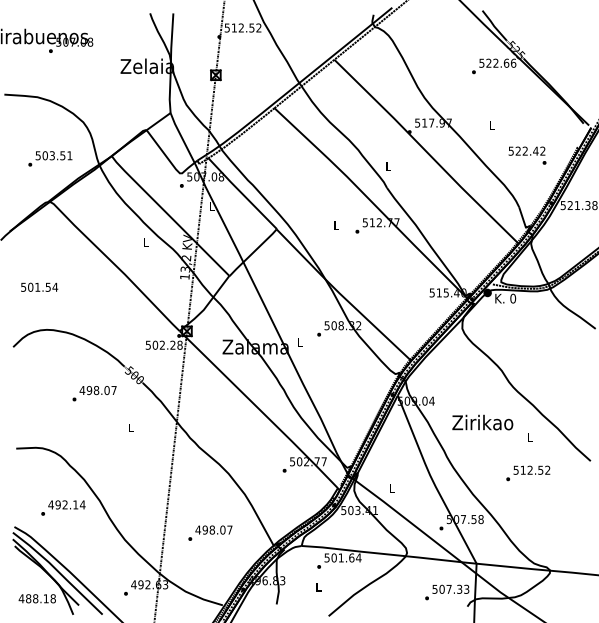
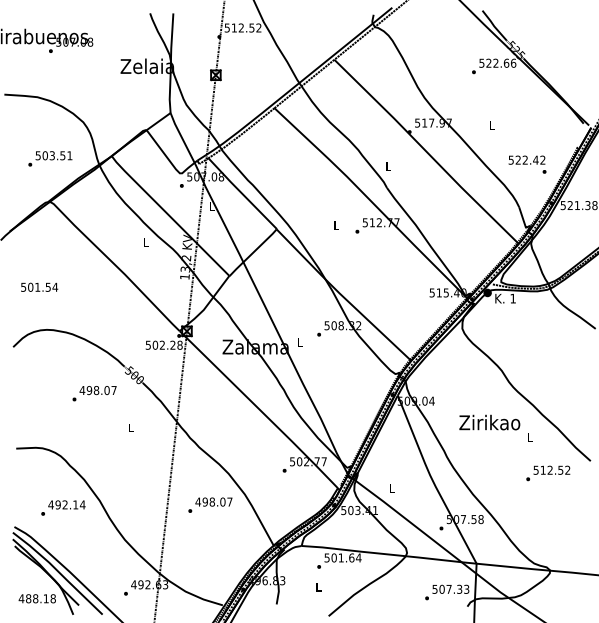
text at (527, 155) position: (527, 155) -> (527, 164)
text at (513, 298): 0 -> 1
text at (482, 422) position: (482, 422) -> (489, 422)
text at (528, 473) position: (528, 473) -> (548, 473)
text at (210, 532) position: (210, 532) -> (210, 504)
